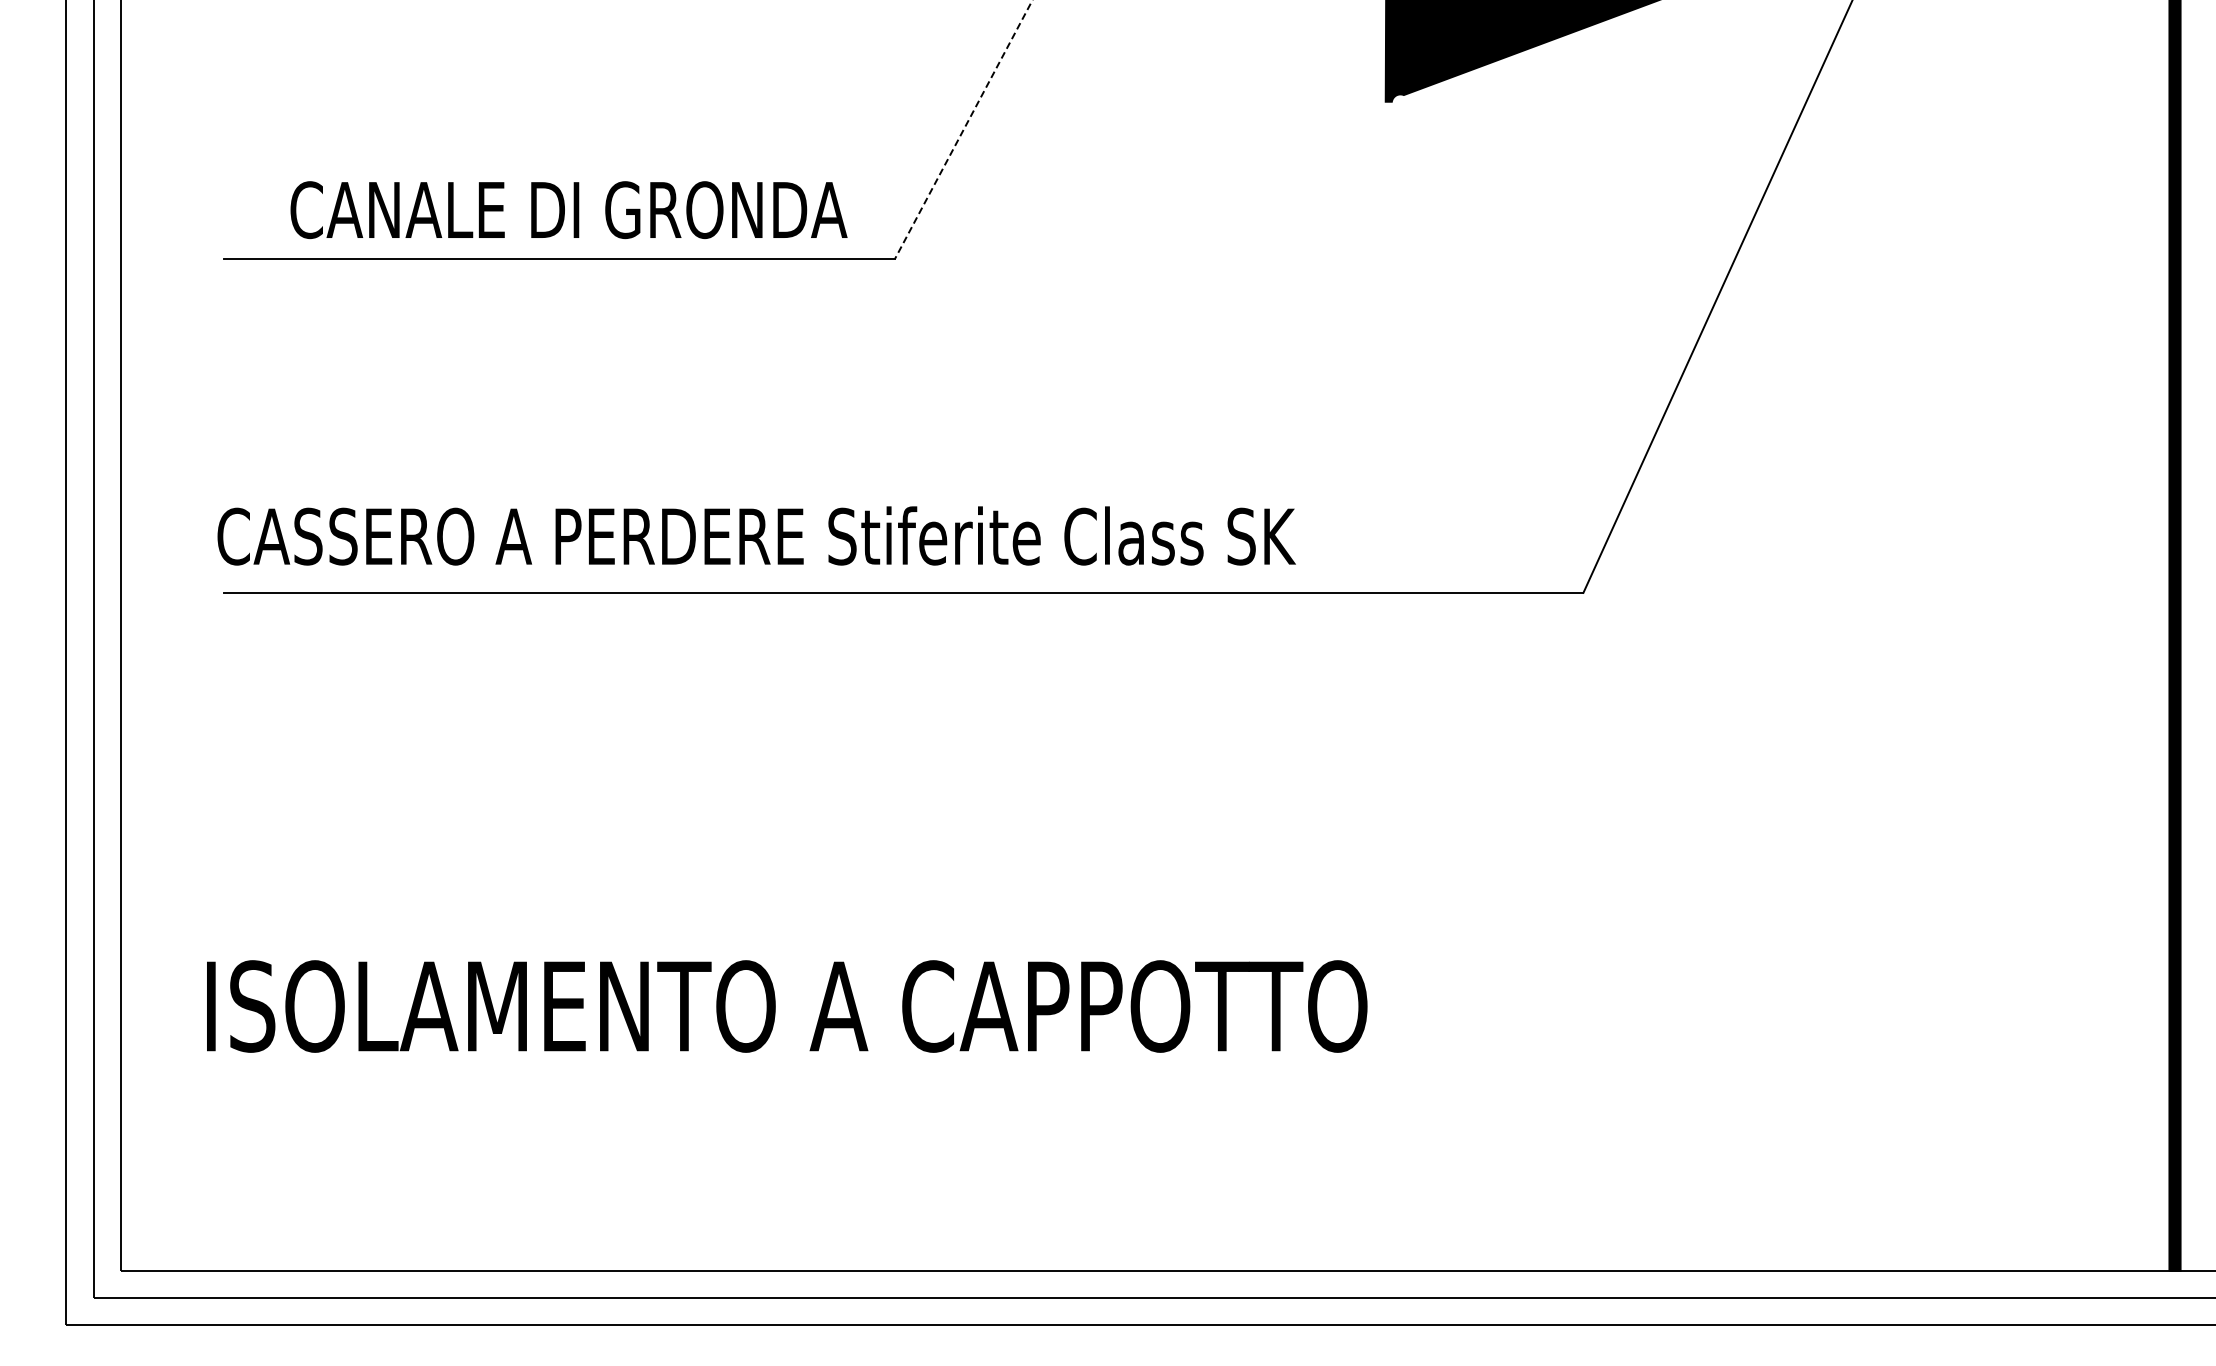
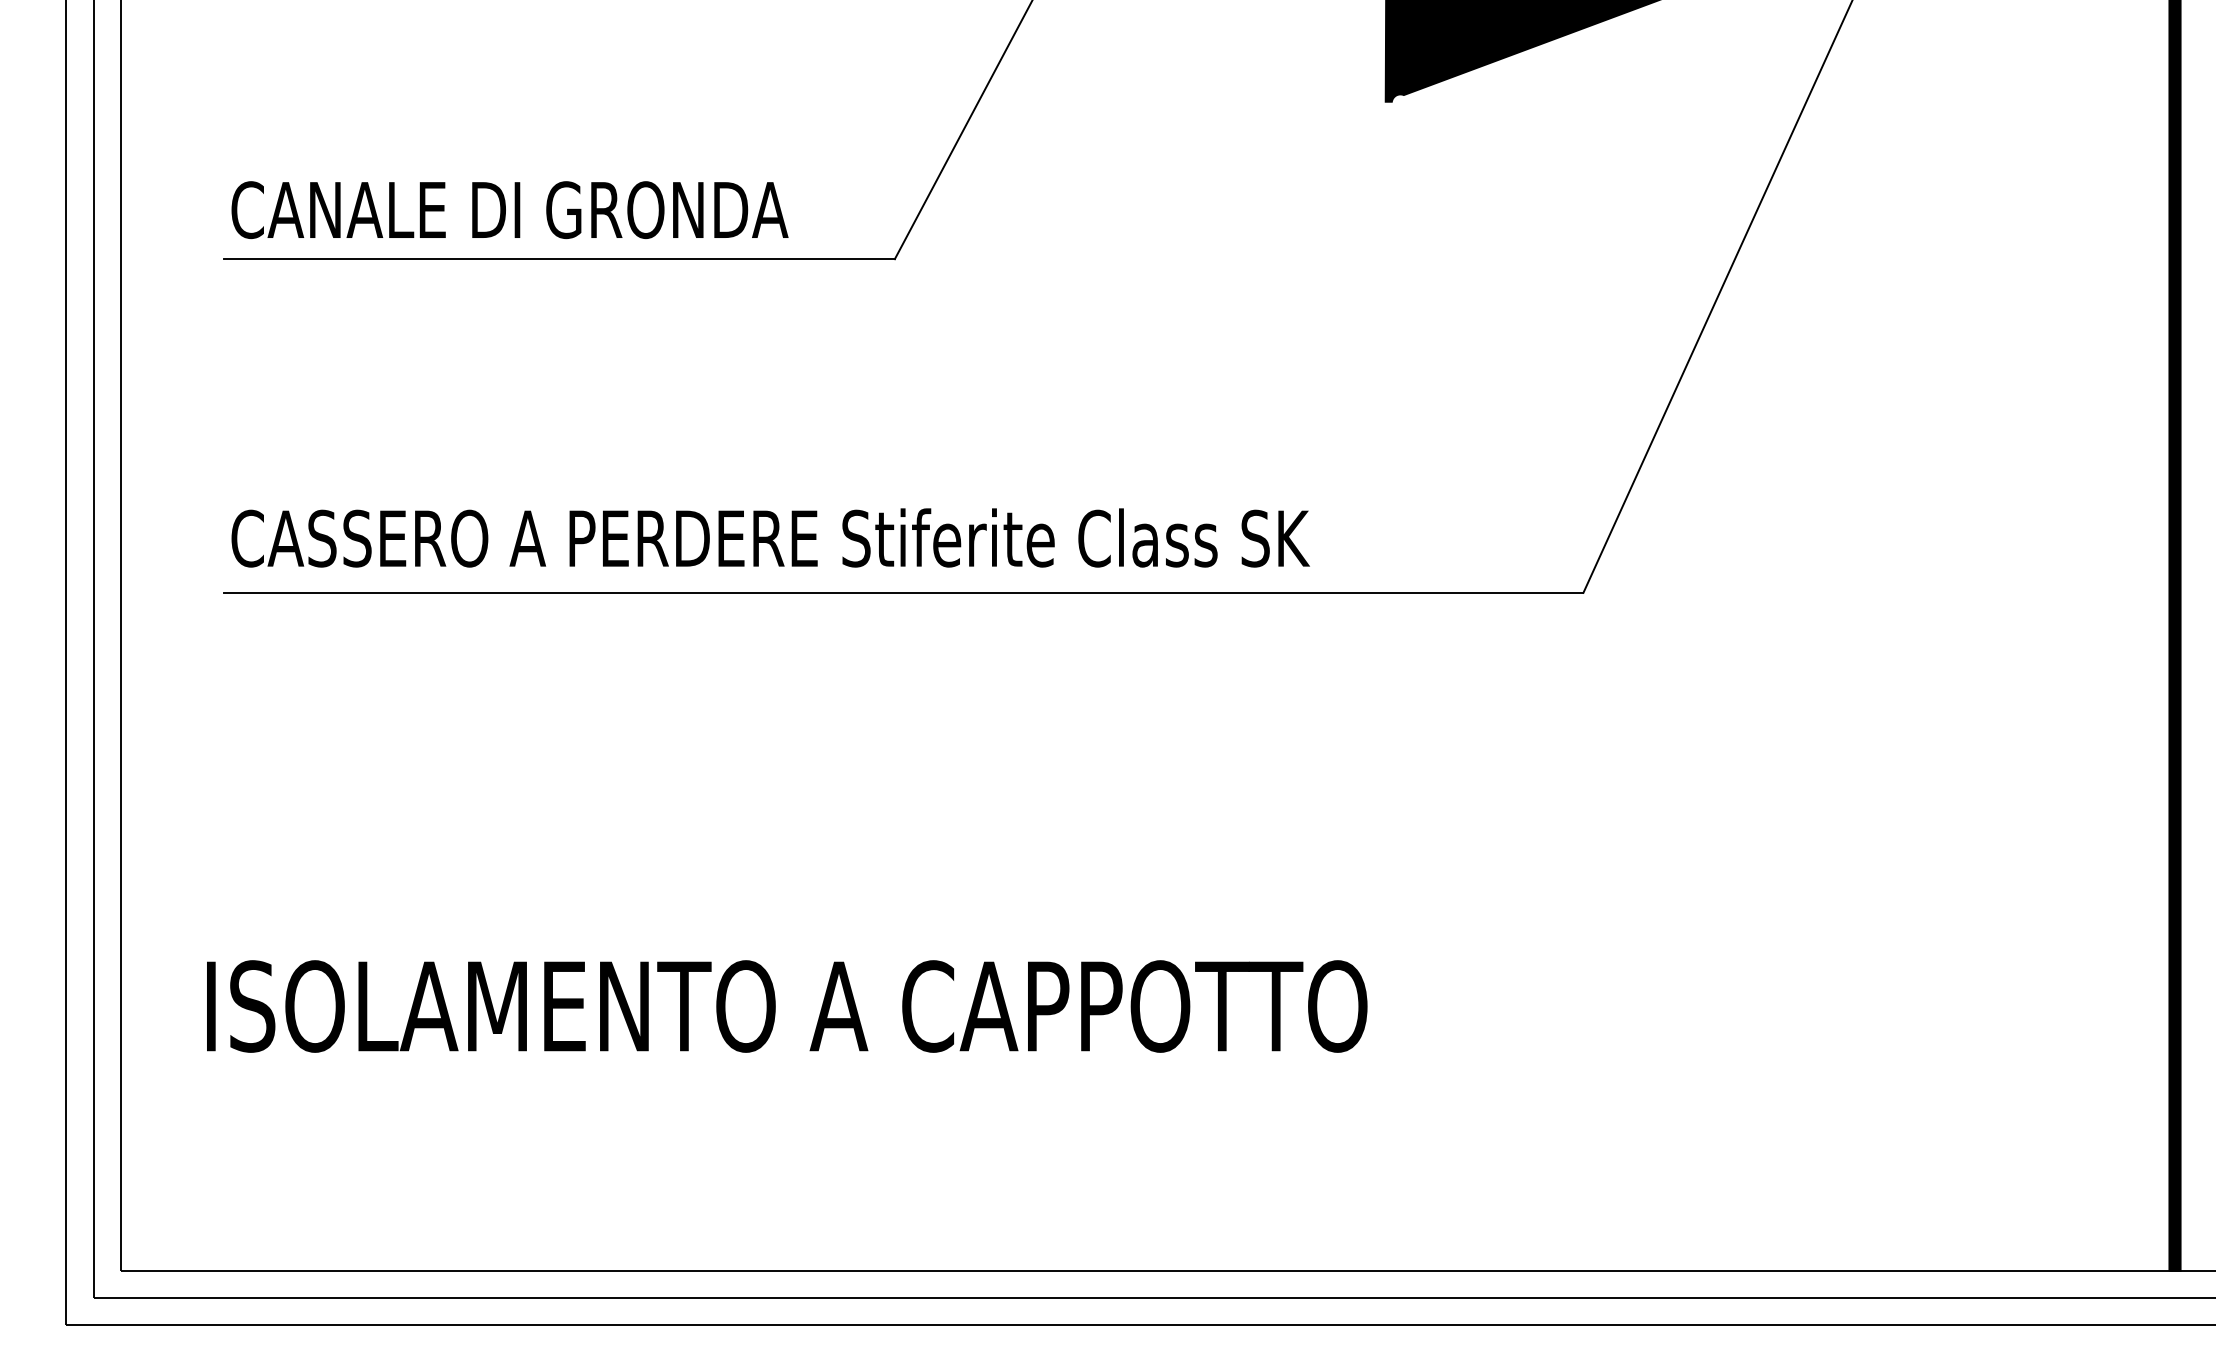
line at (963, 130): dashed -> solid
text at (568, 210) position: (568, 210) -> (509, 210)
text at (756, 535) position: (756, 535) -> (770, 537)
